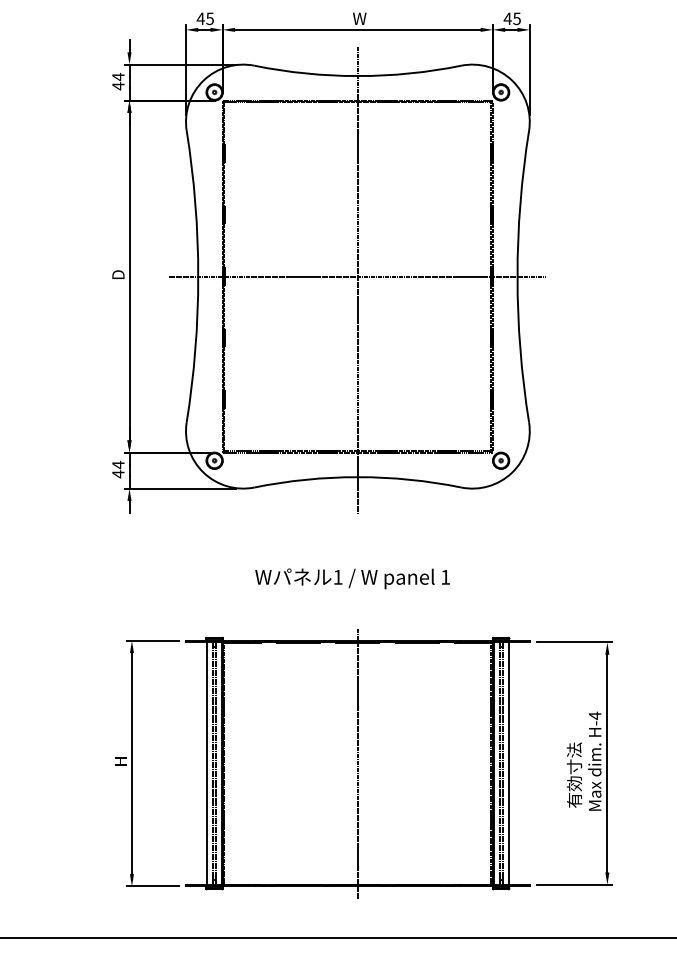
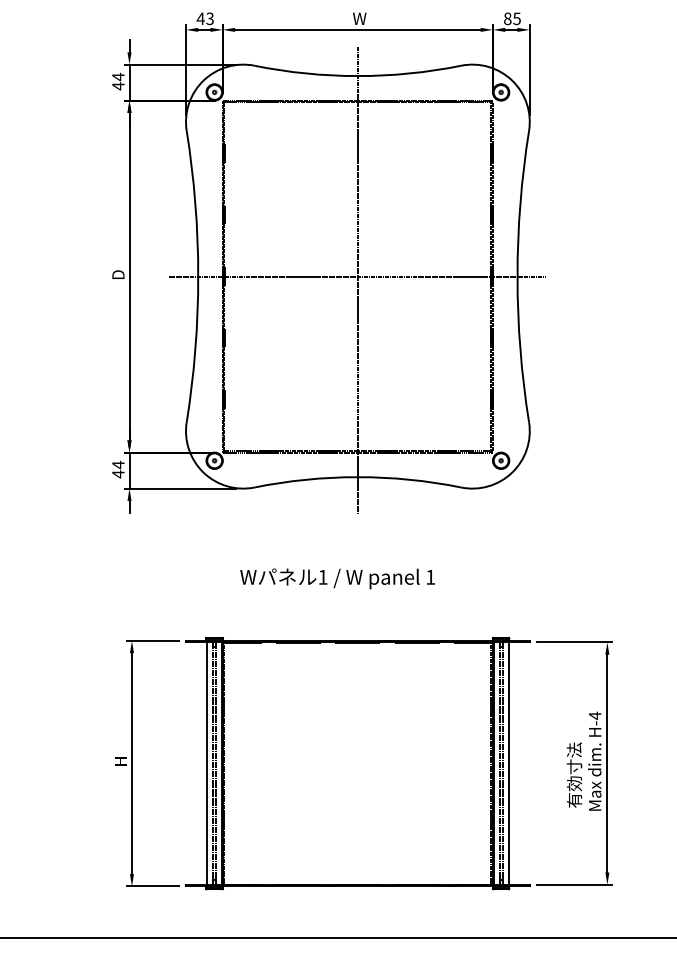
text at (209, 18): 45 -> 43
text at (507, 18): 45 -> 85
text at (352, 578) position: (352, 578) -> (337, 578)
line at (357, 763): present -> none
